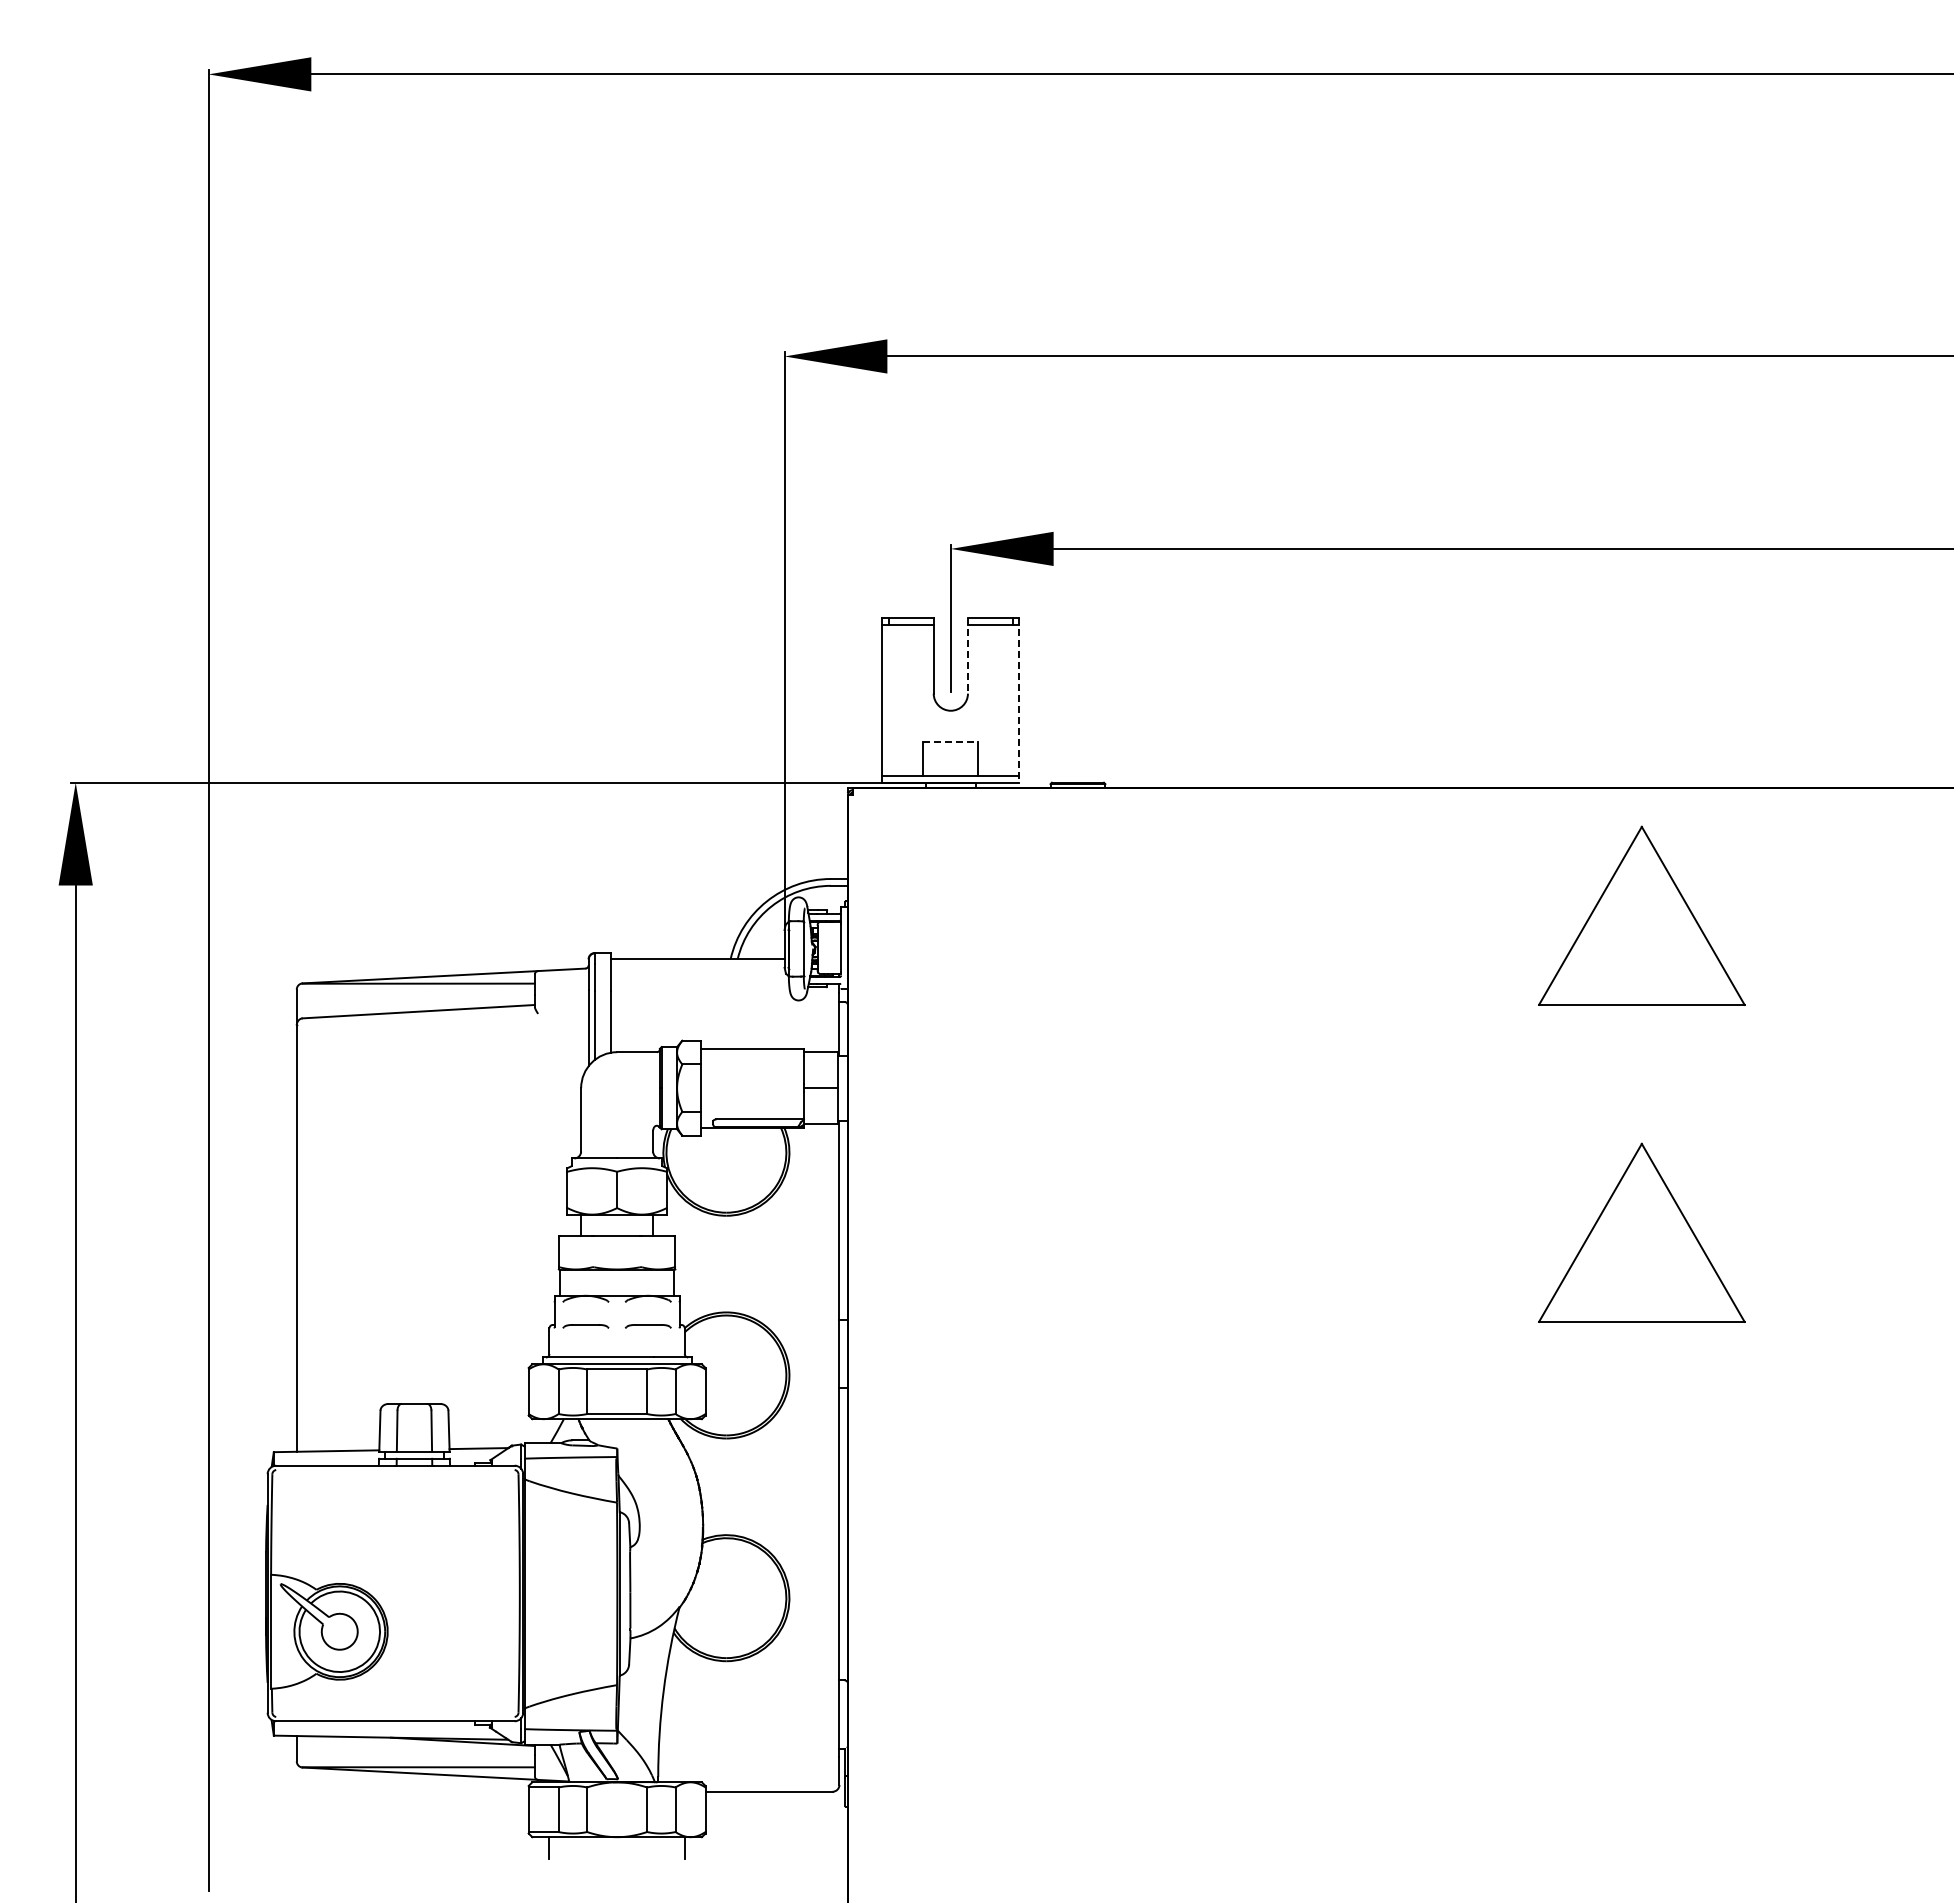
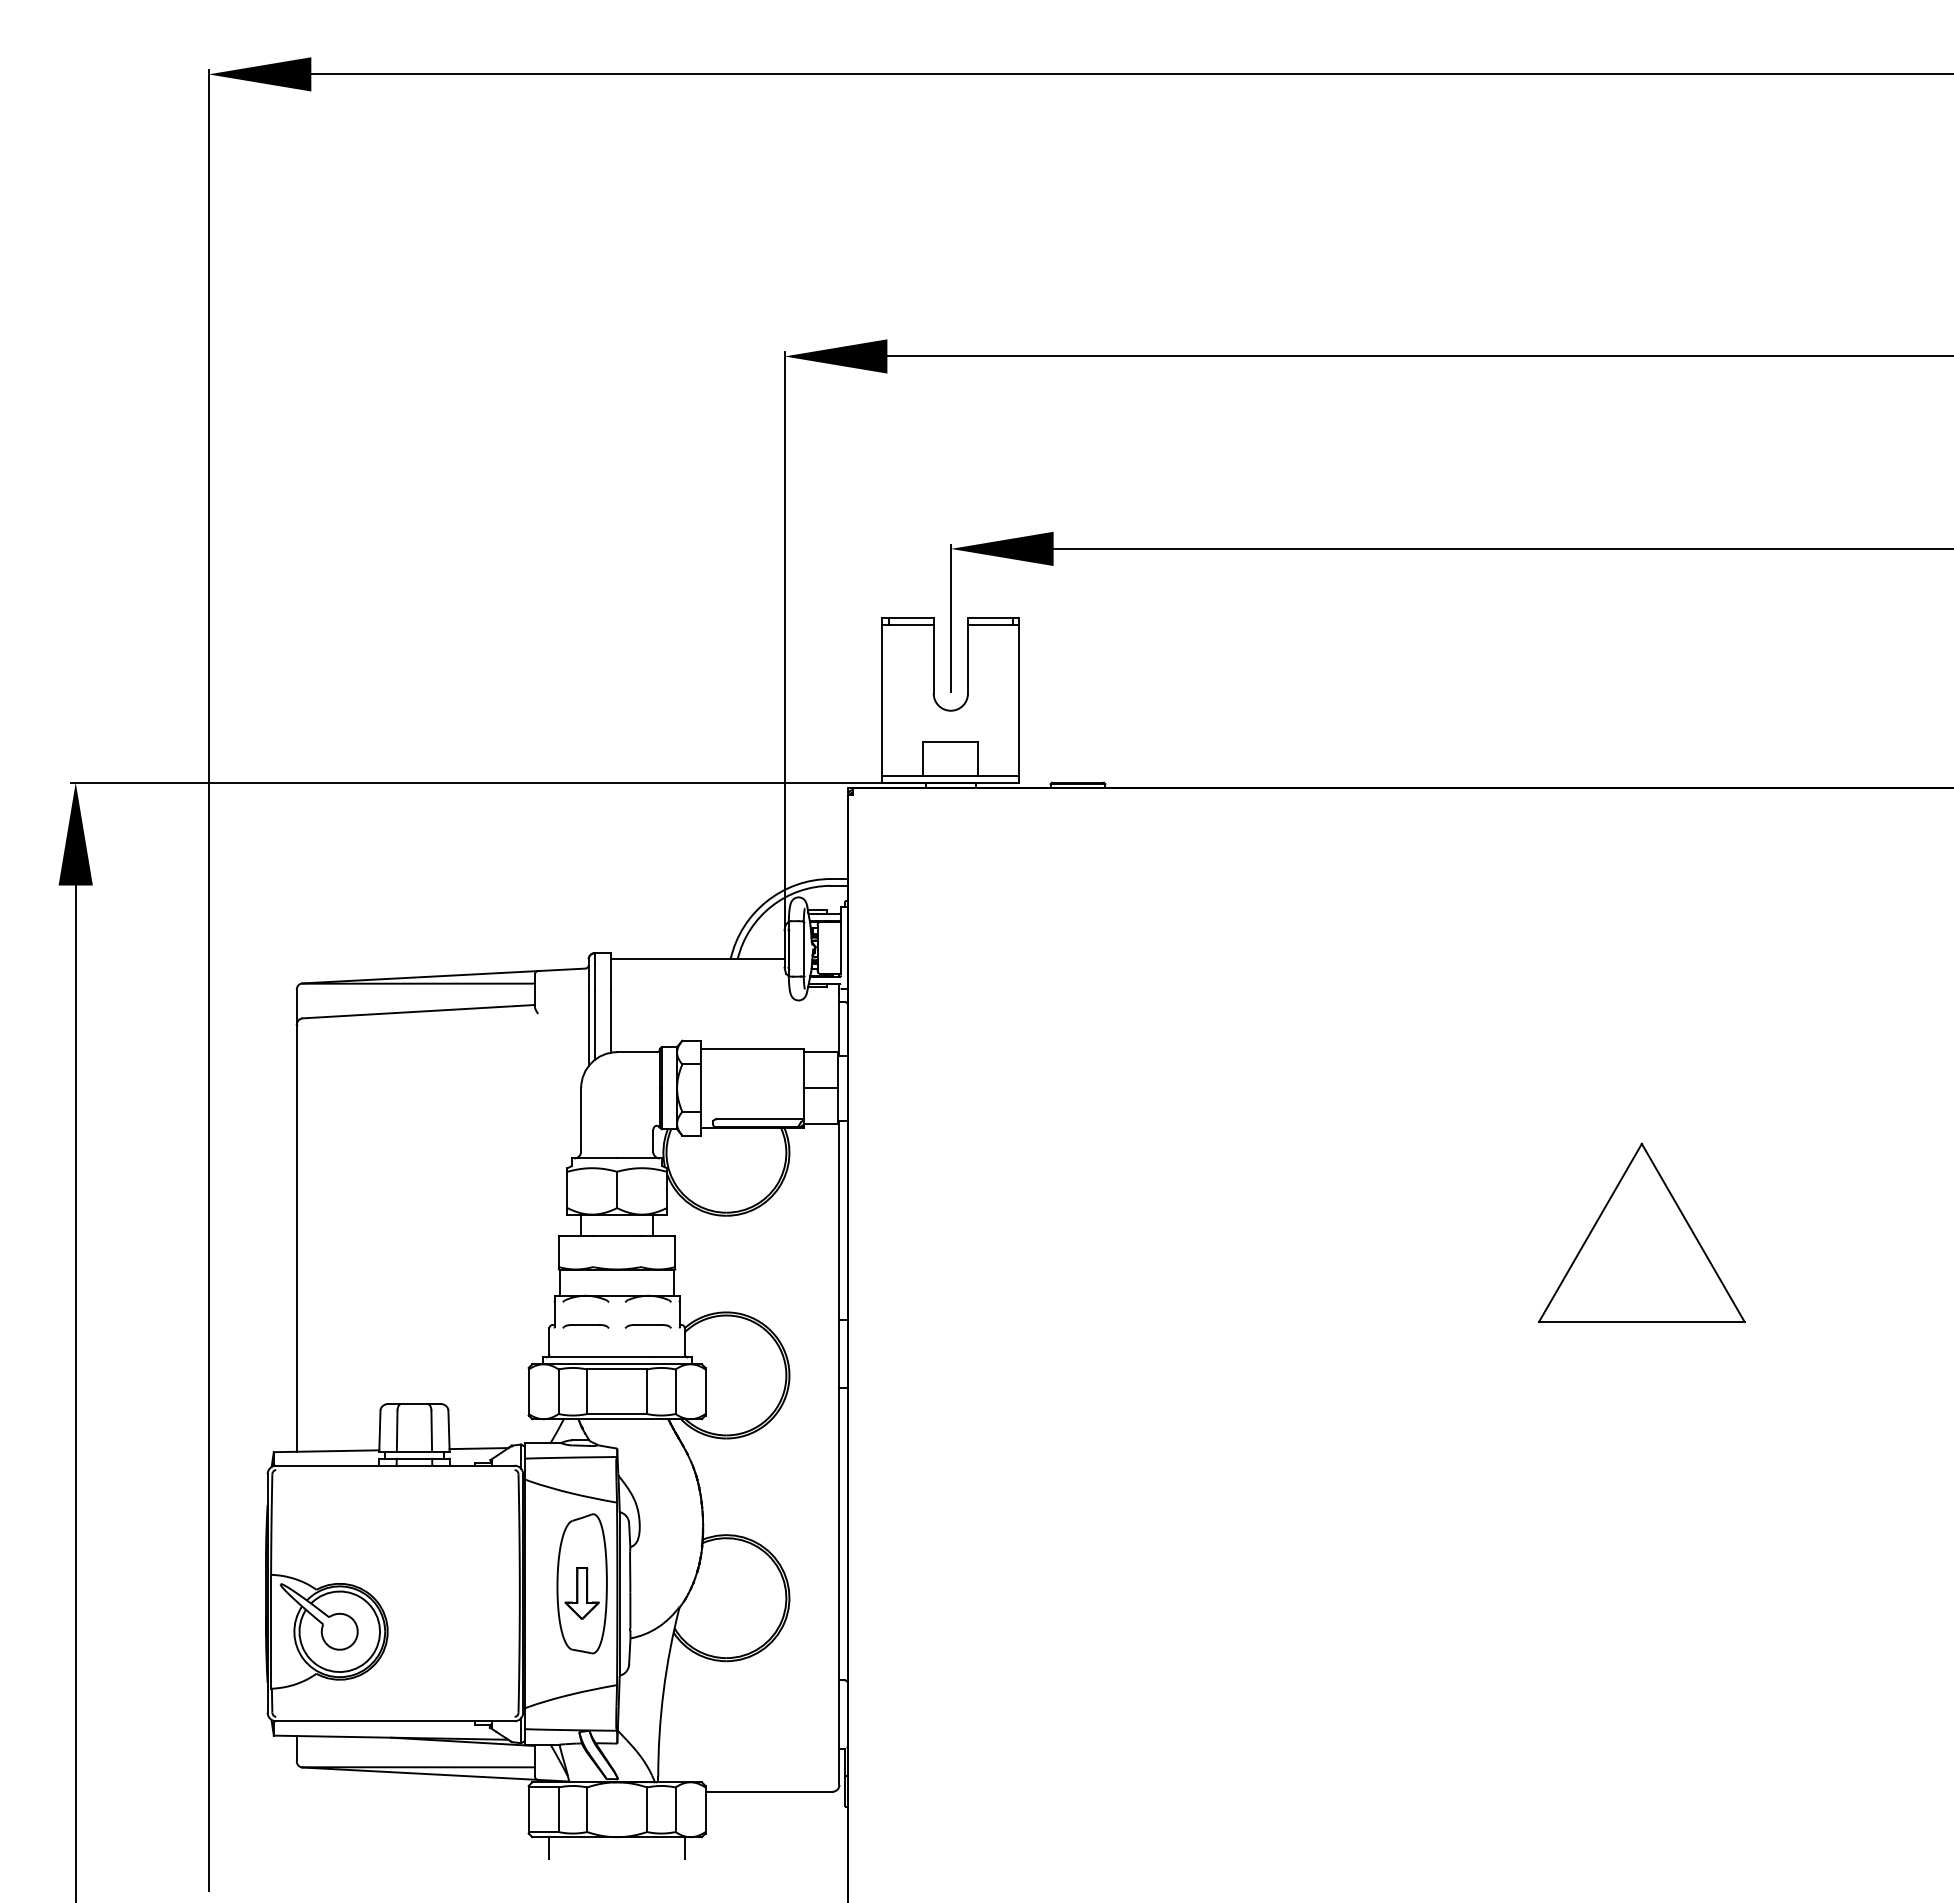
line at (967, 655): dashed -> solid
line at (1019, 701): dashed -> solid
line at (951, 741): dashed -> solid
part at (1641, 915): present -> none
part at (581, 1583): none -> present
